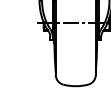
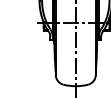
line at (75, 48): none -> present
